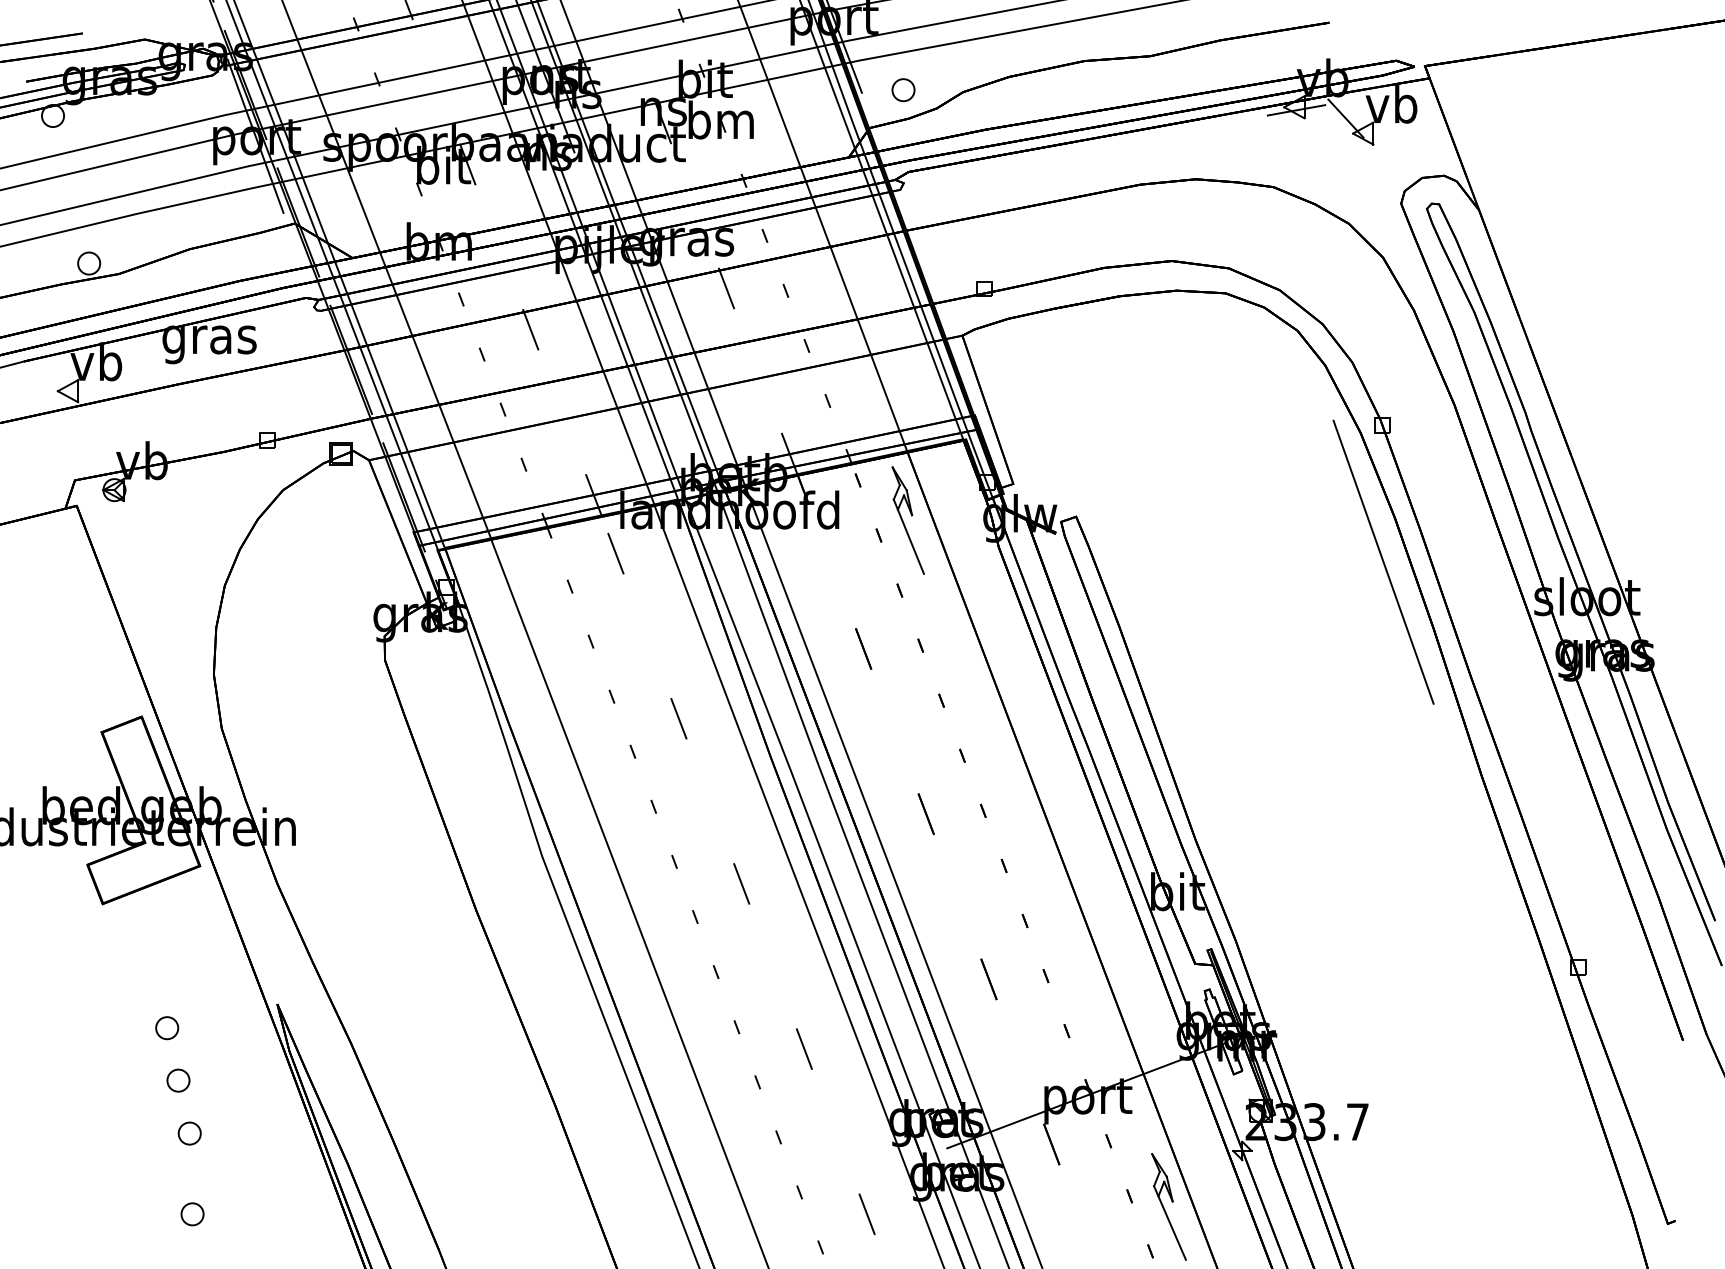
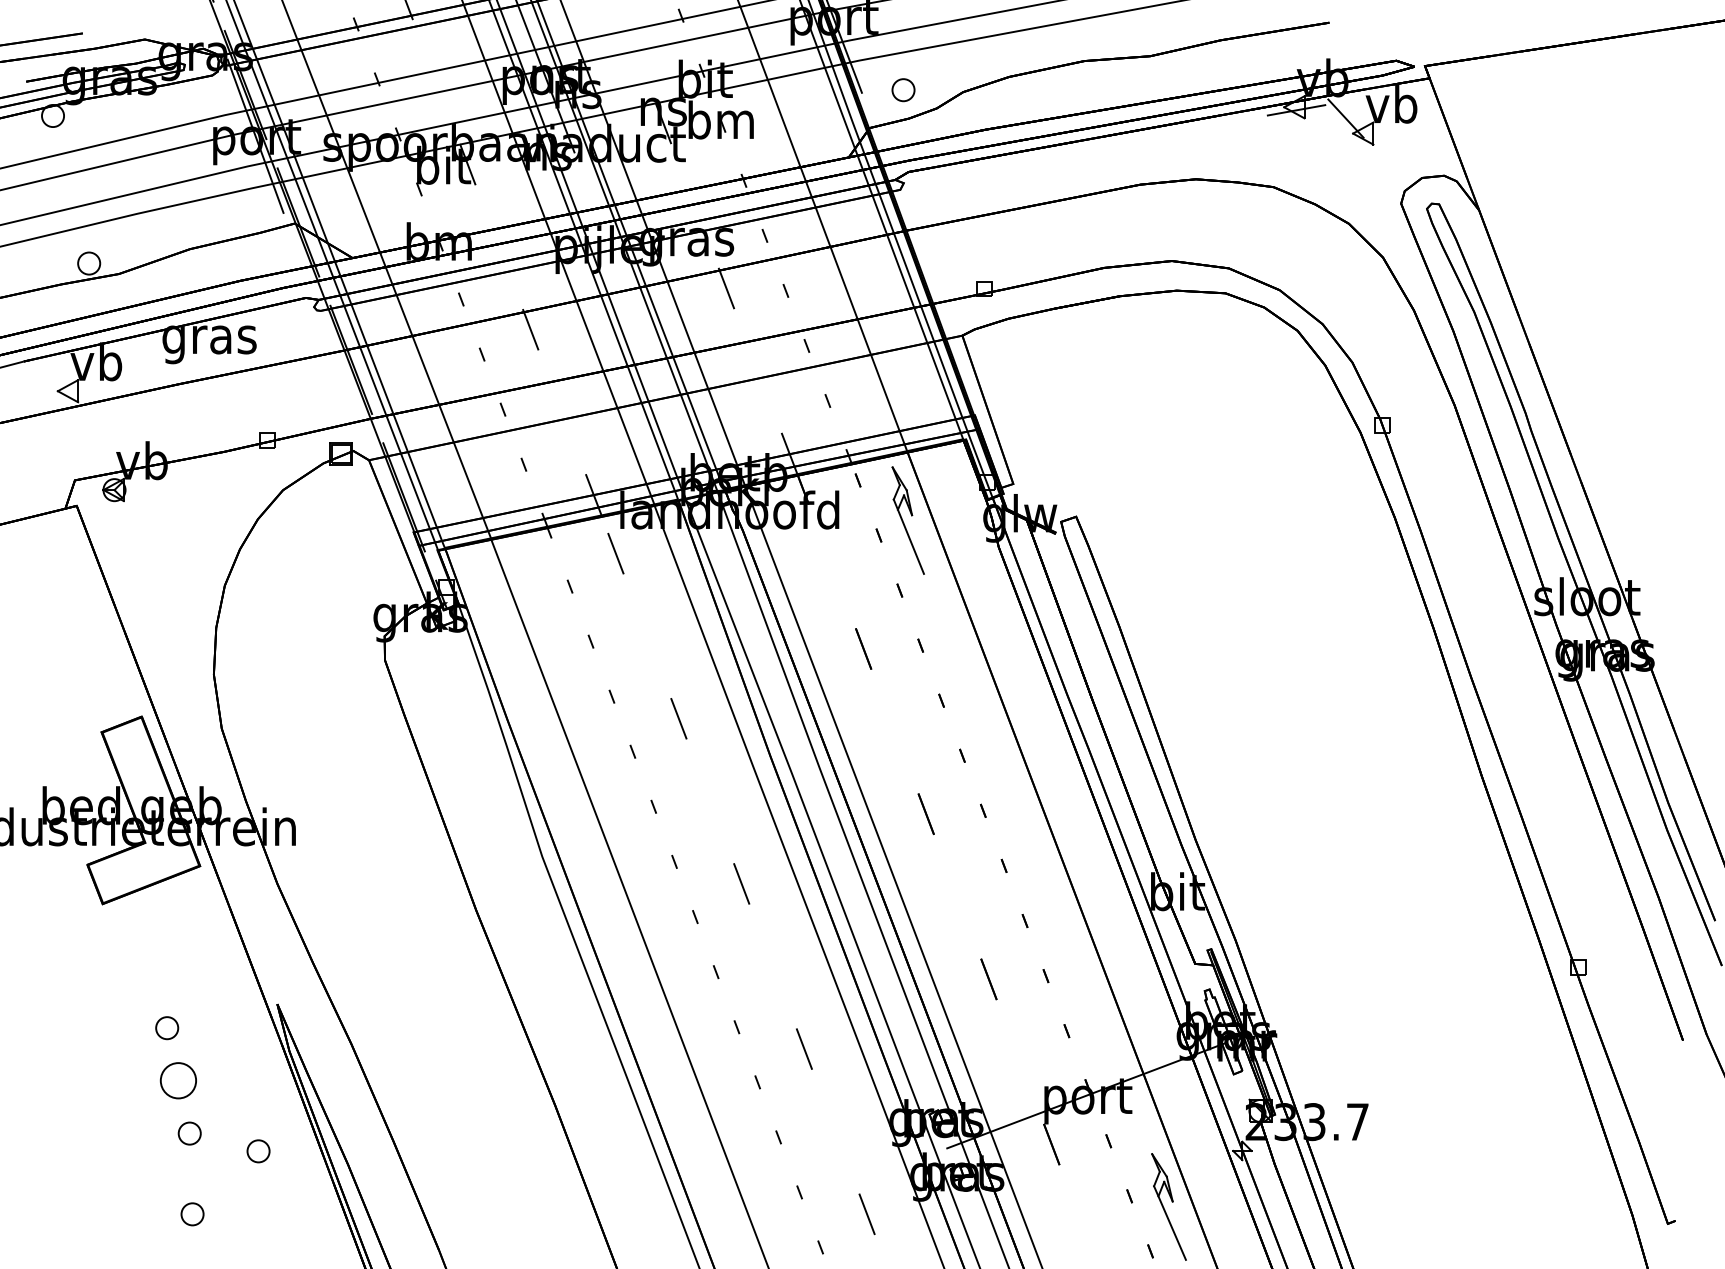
line at (1383, 561): present -> none
part at (178, 1080) size: 25x25 px -> 38x38 px
part at (258, 1151): none -> present
